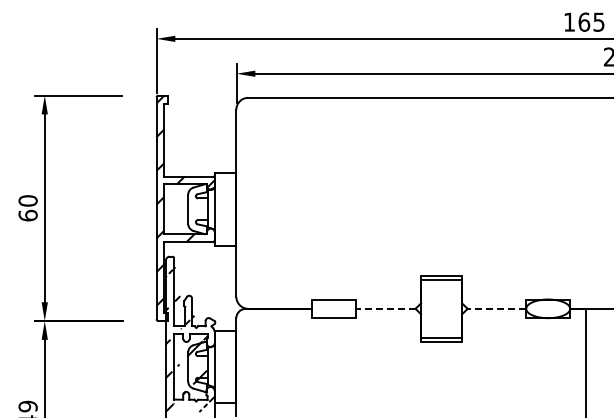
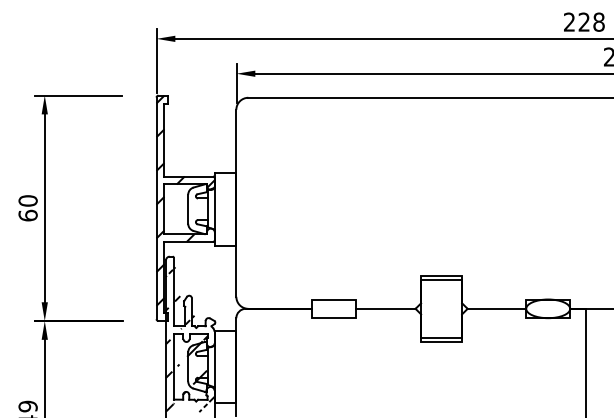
text at (584, 21): 165 -> 228
line at (385, 308): dashed -> solid
line at (496, 308): dashed -> solid
